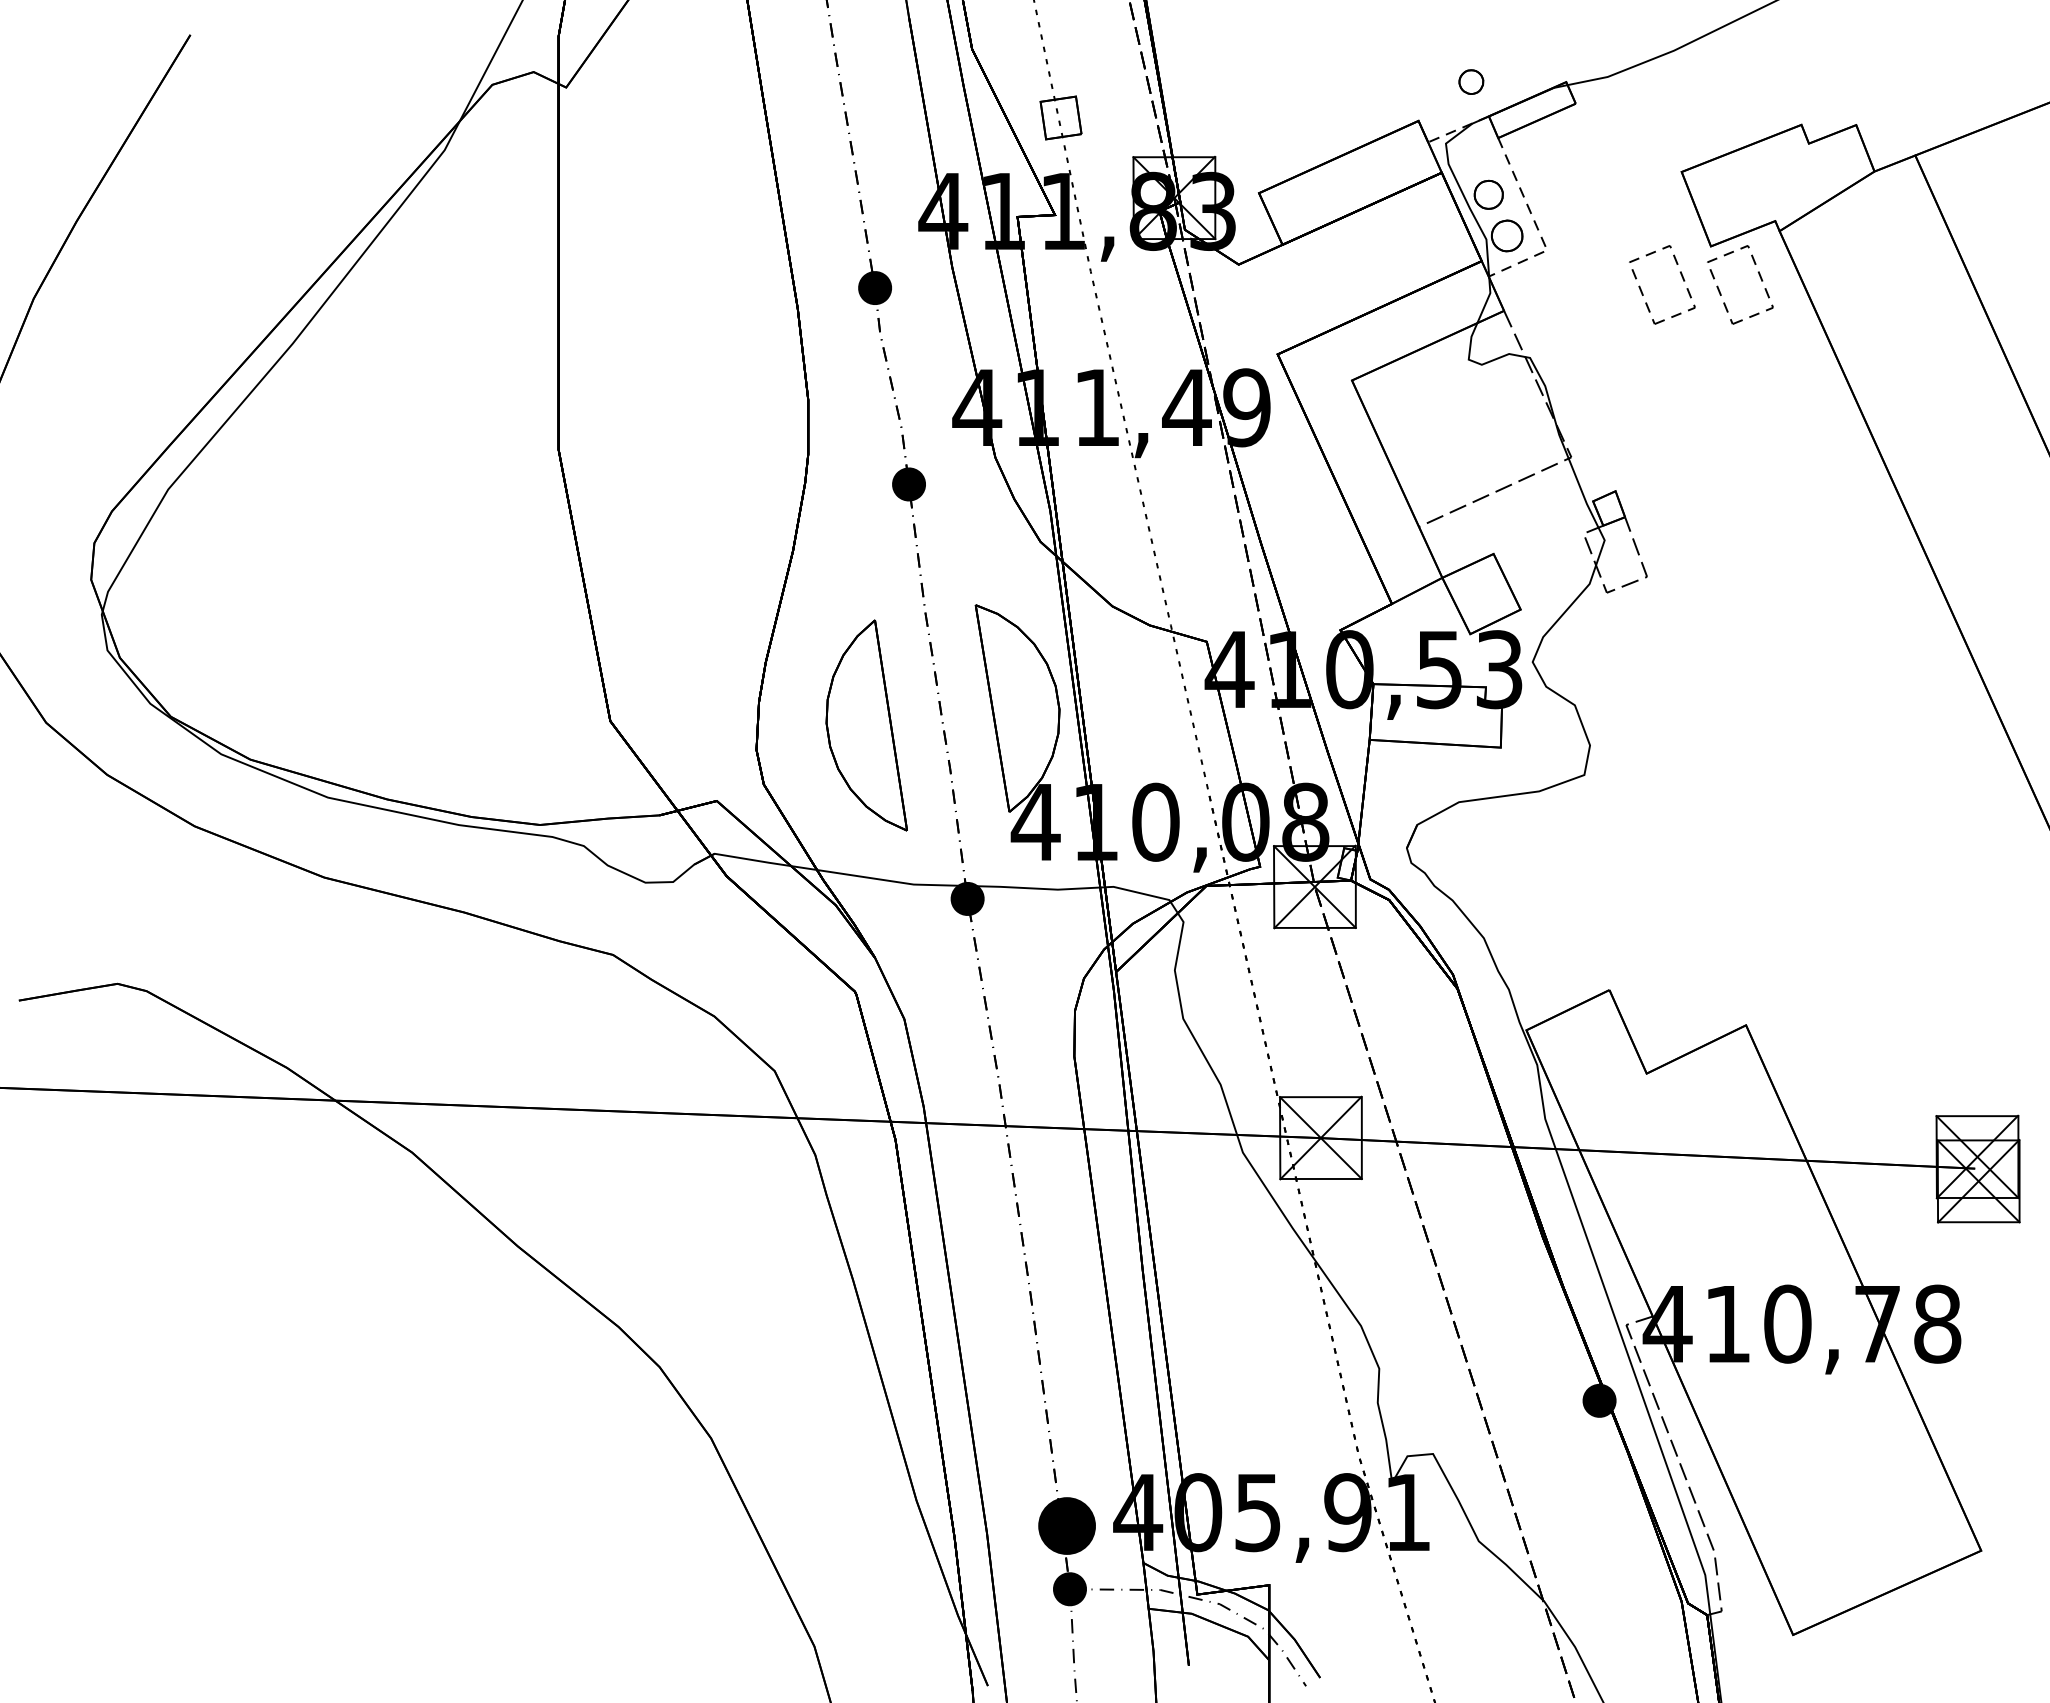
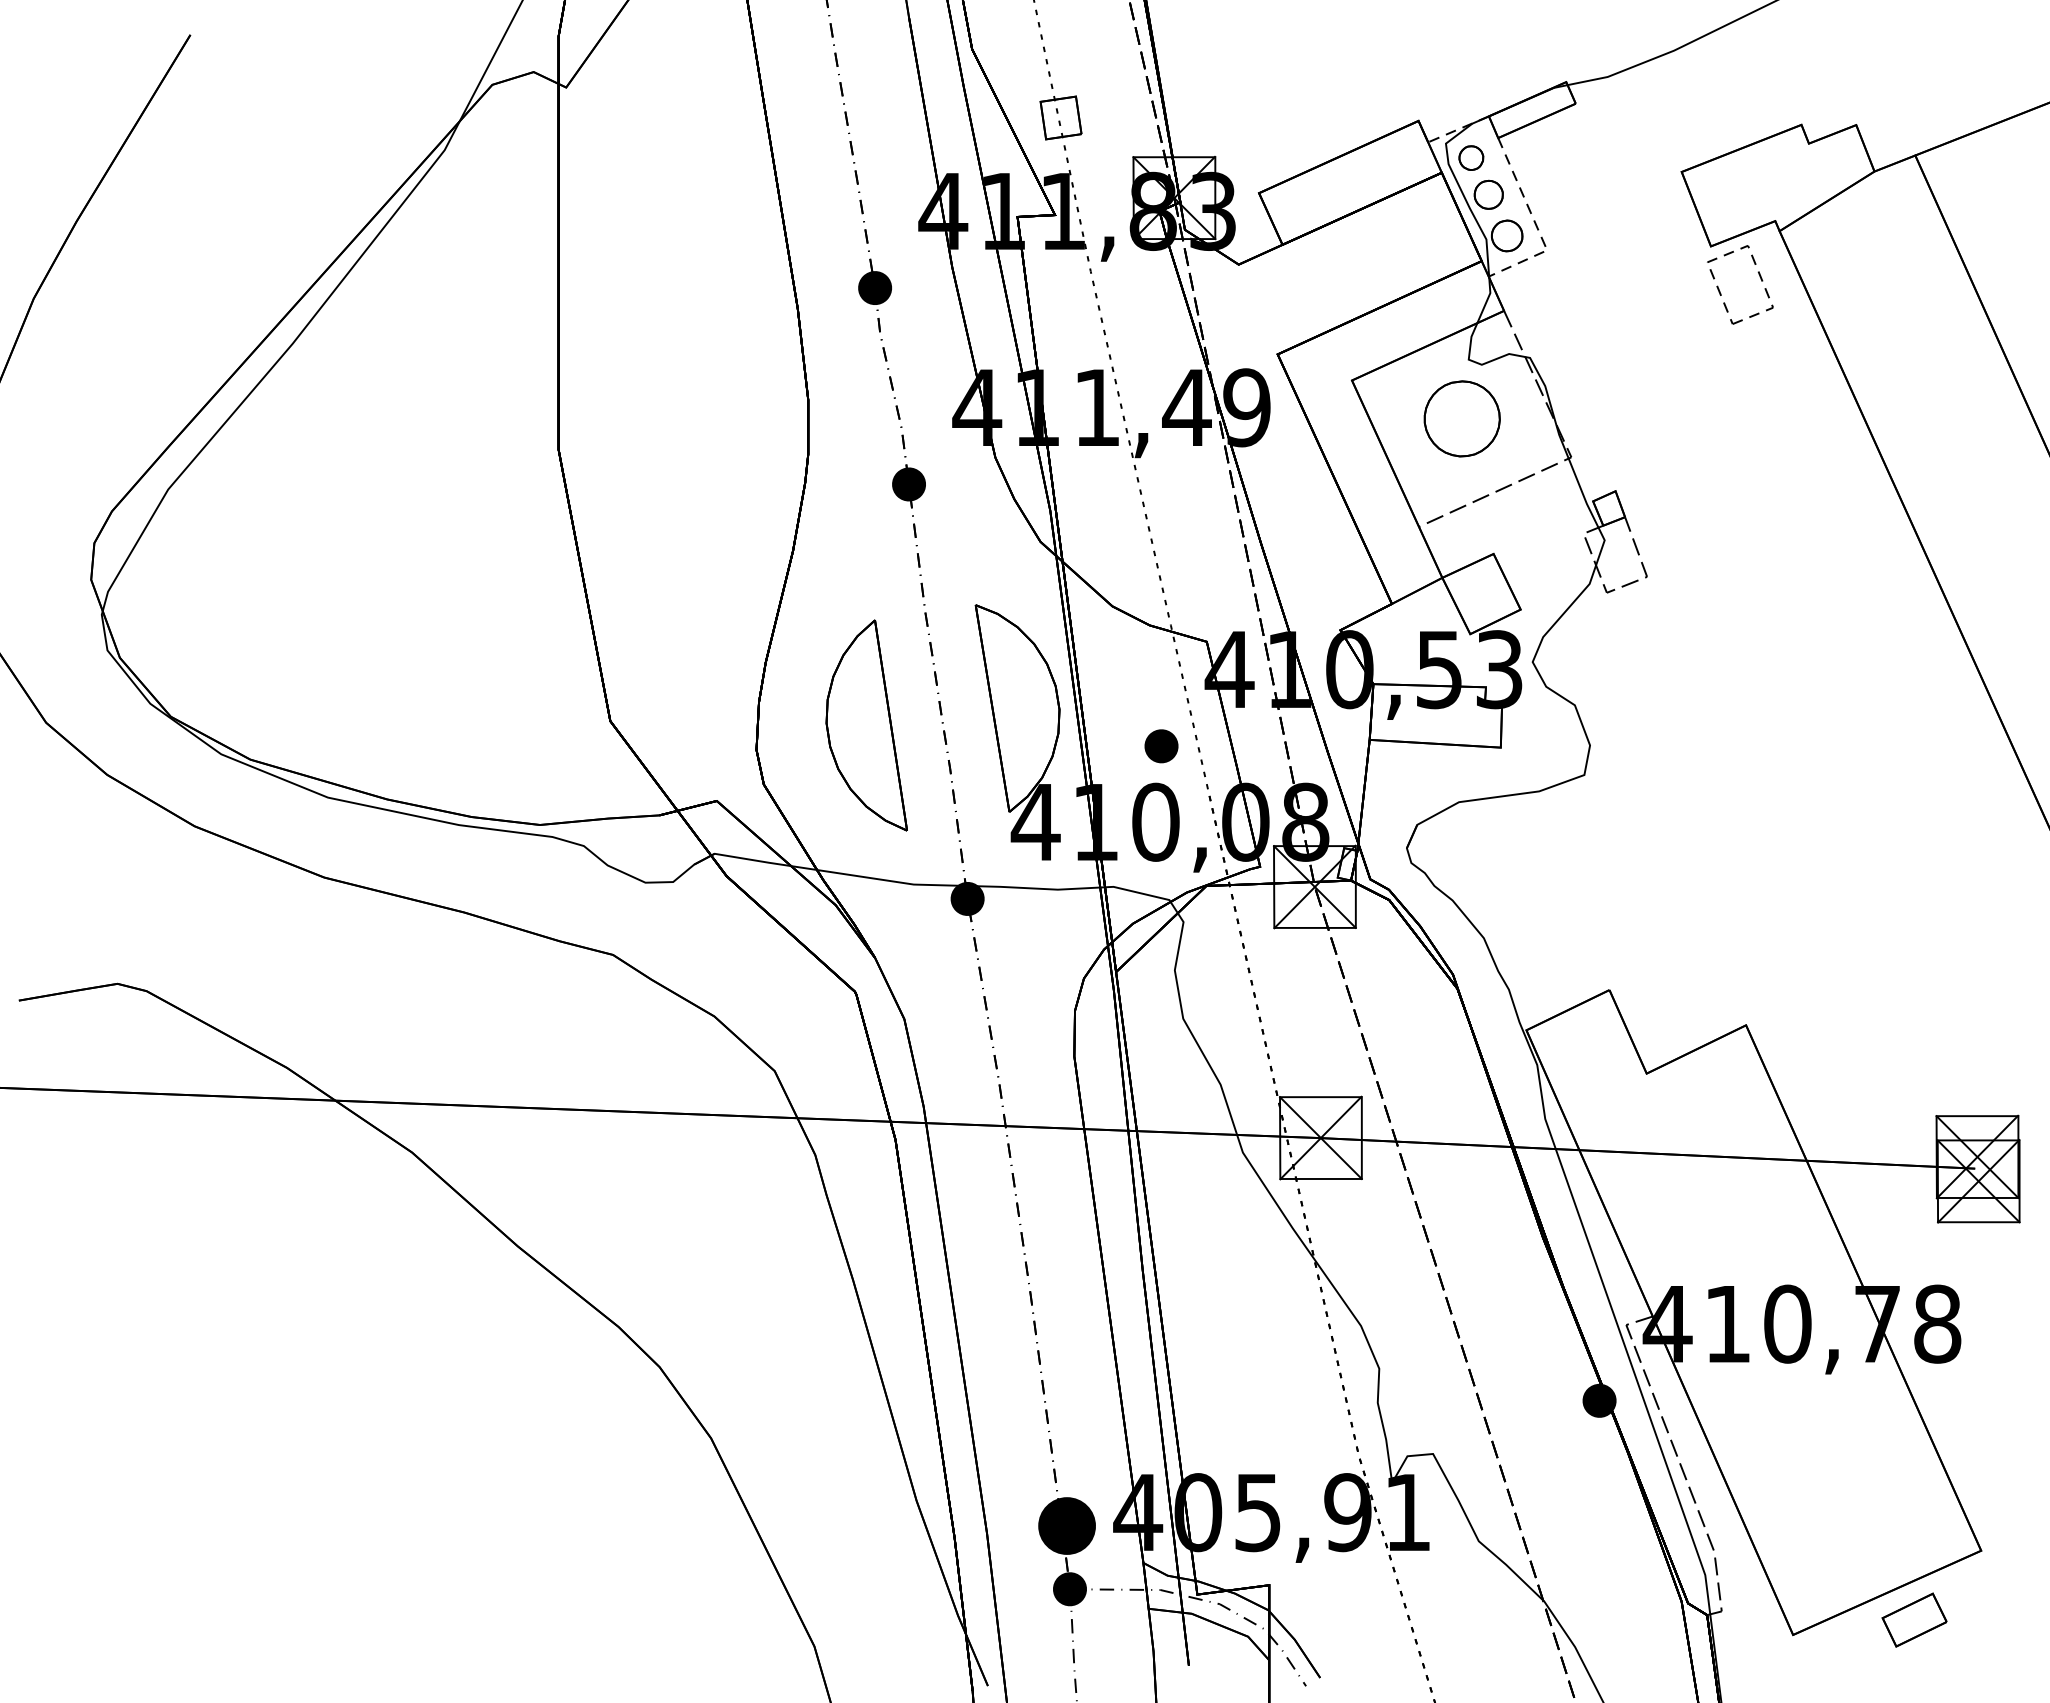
part at (1471, 81) position: (1471, 81) -> (1471, 157)
part at (1680, 274): present -> none
part at (1461, 418): none -> present
part at (1161, 746): none -> present
part at (1914, 1619): none -> present
